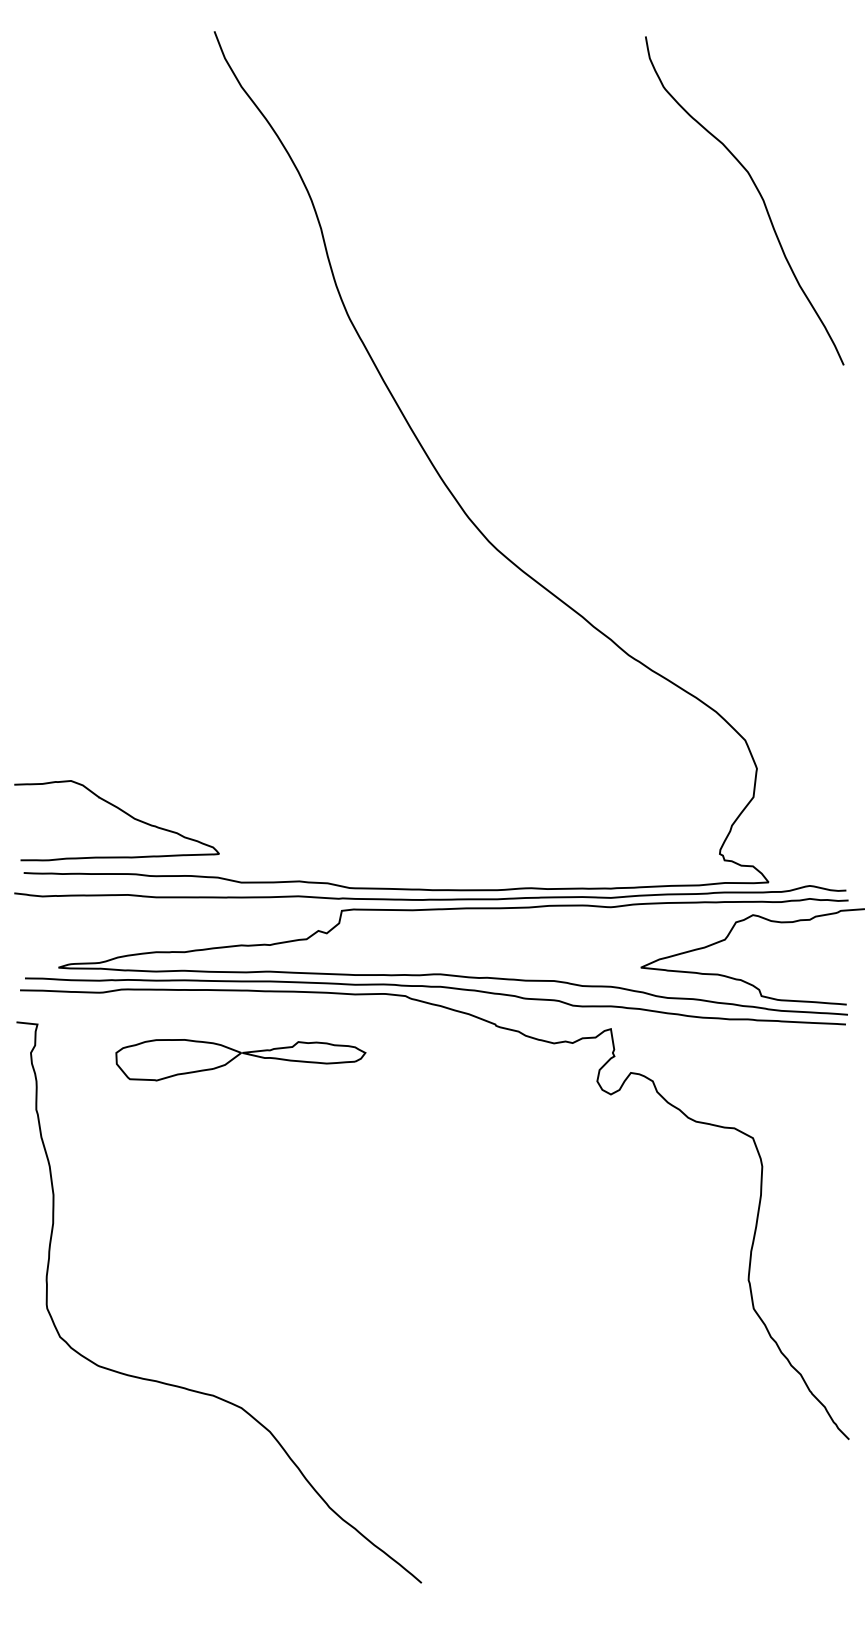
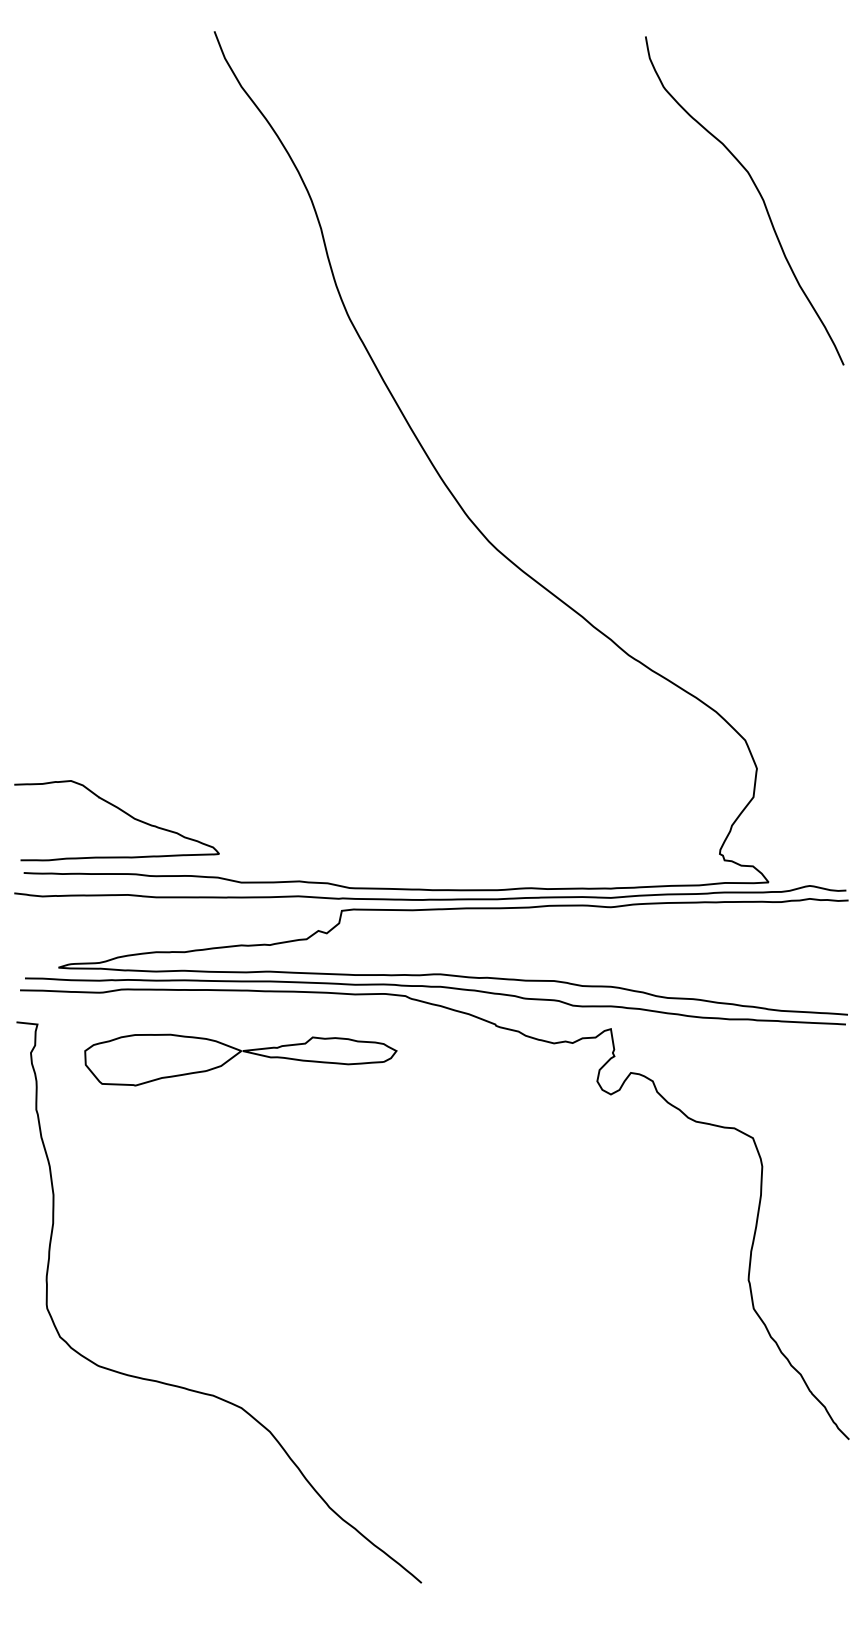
curve at (742, 979): present -> none
part at (240, 1060) size: 252x43 px -> 314x54 px
